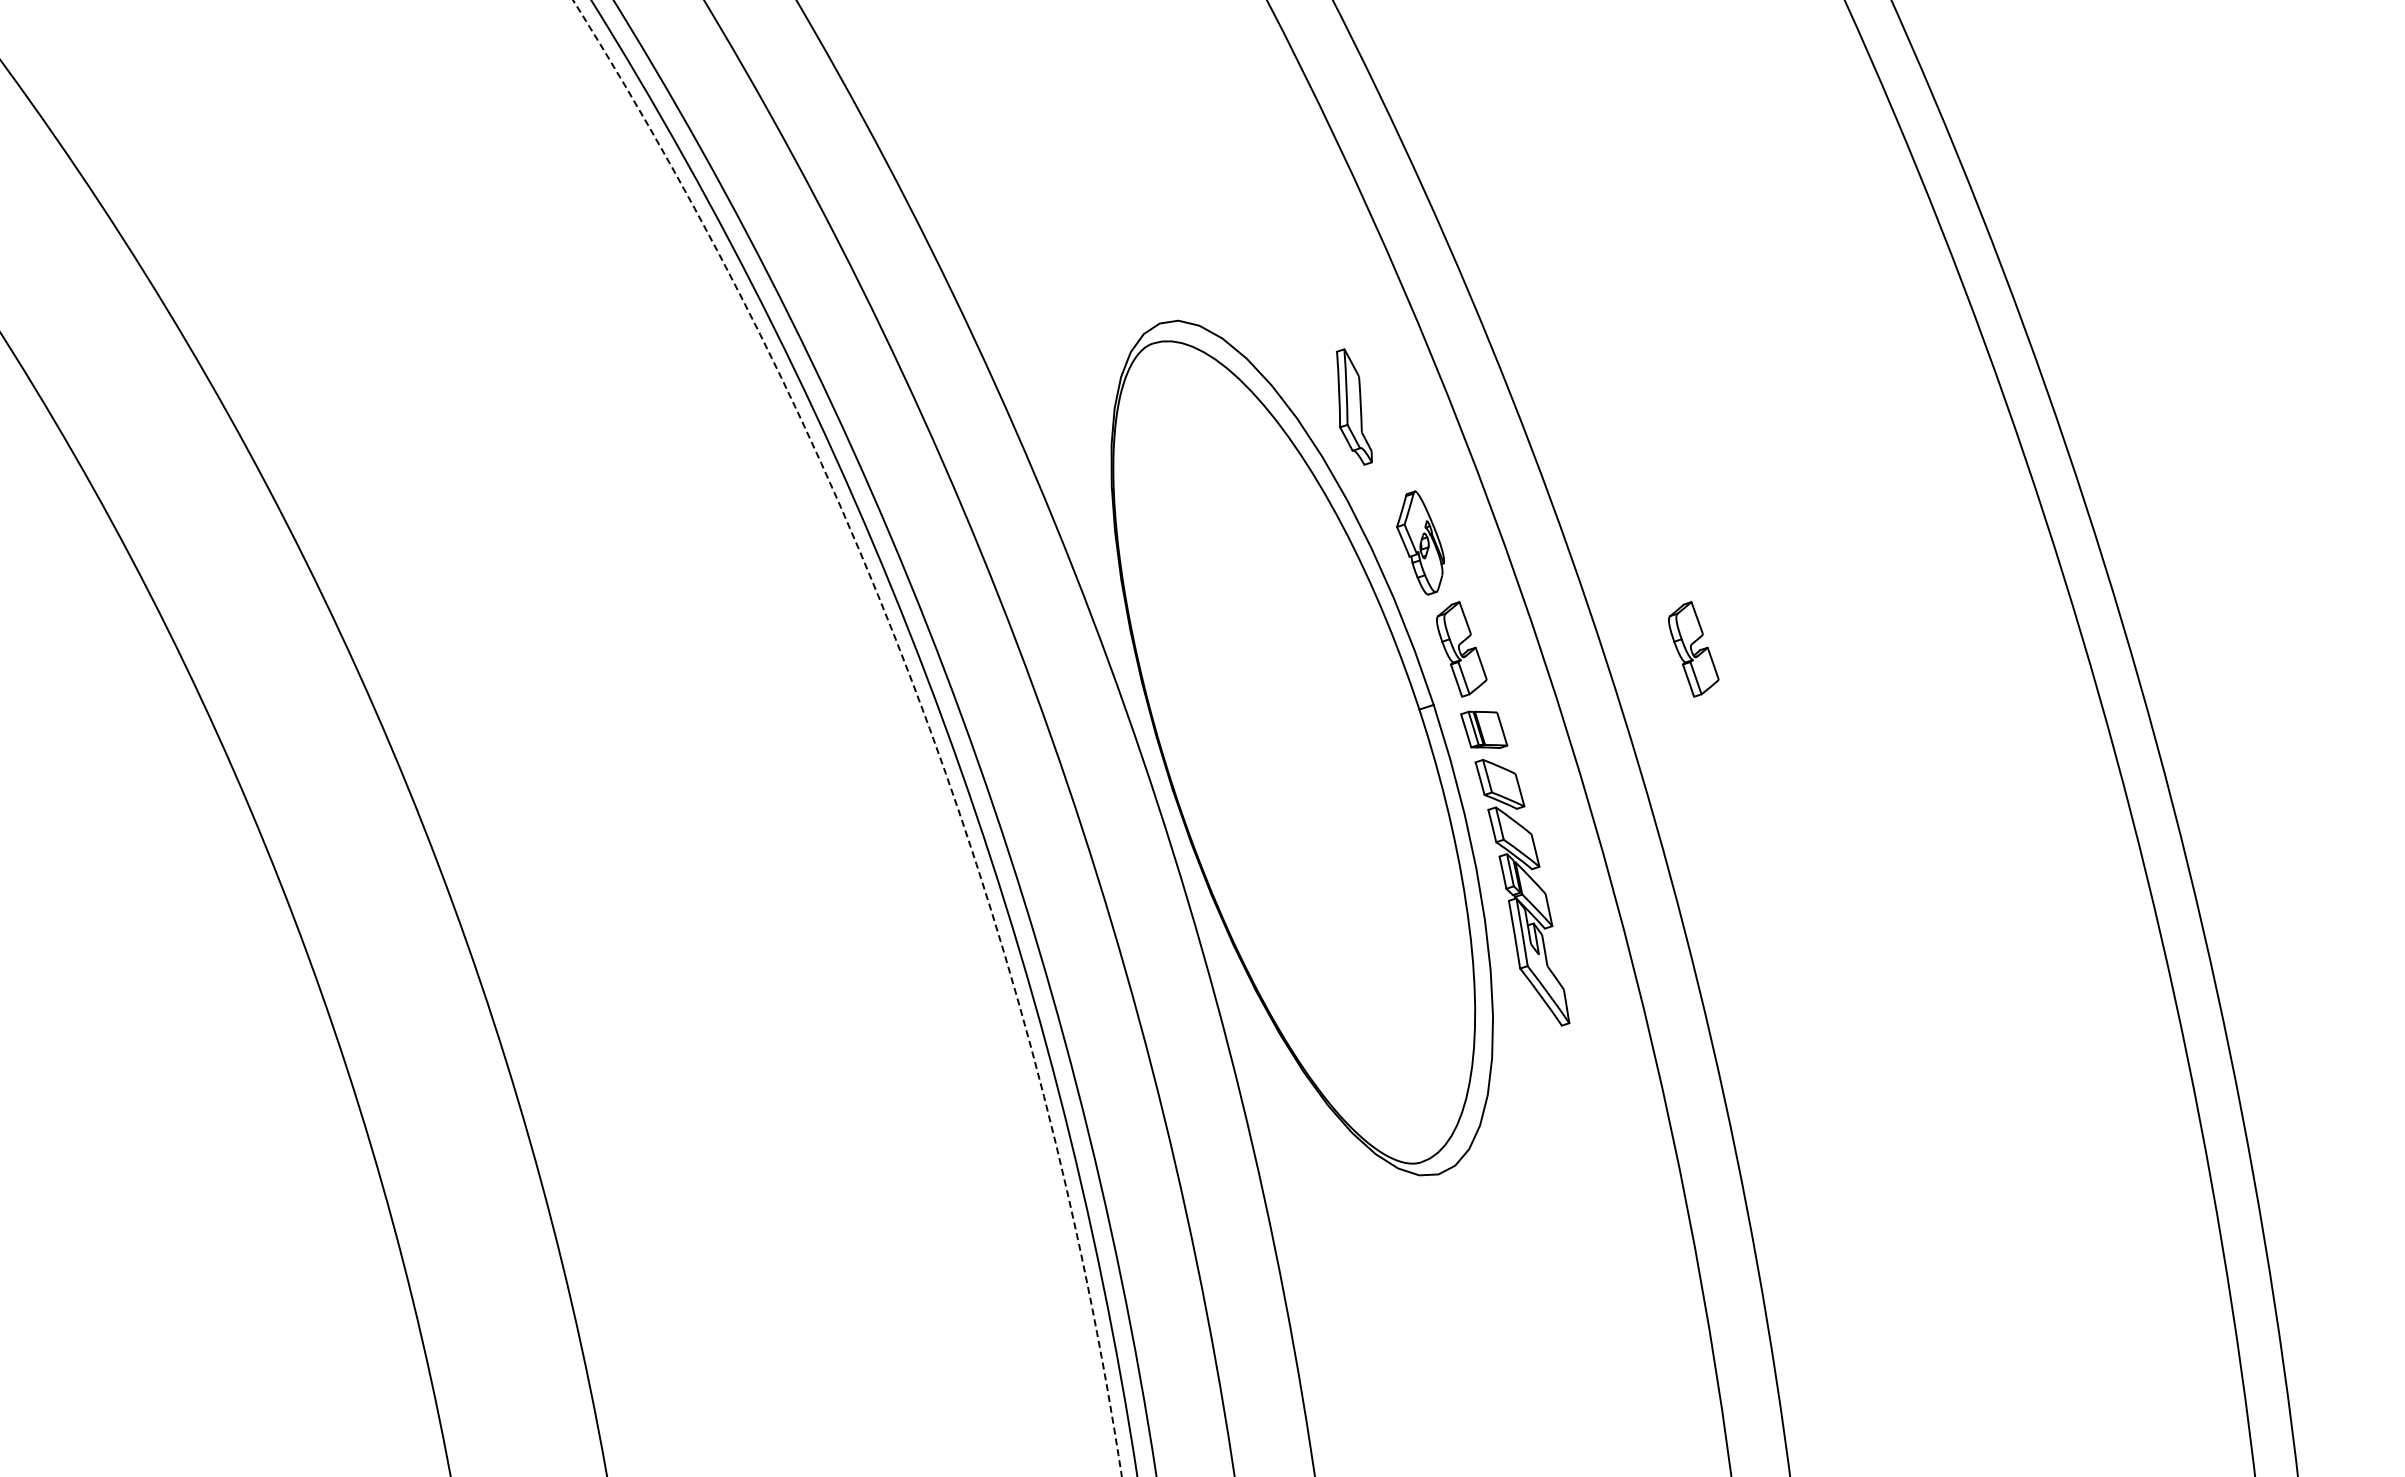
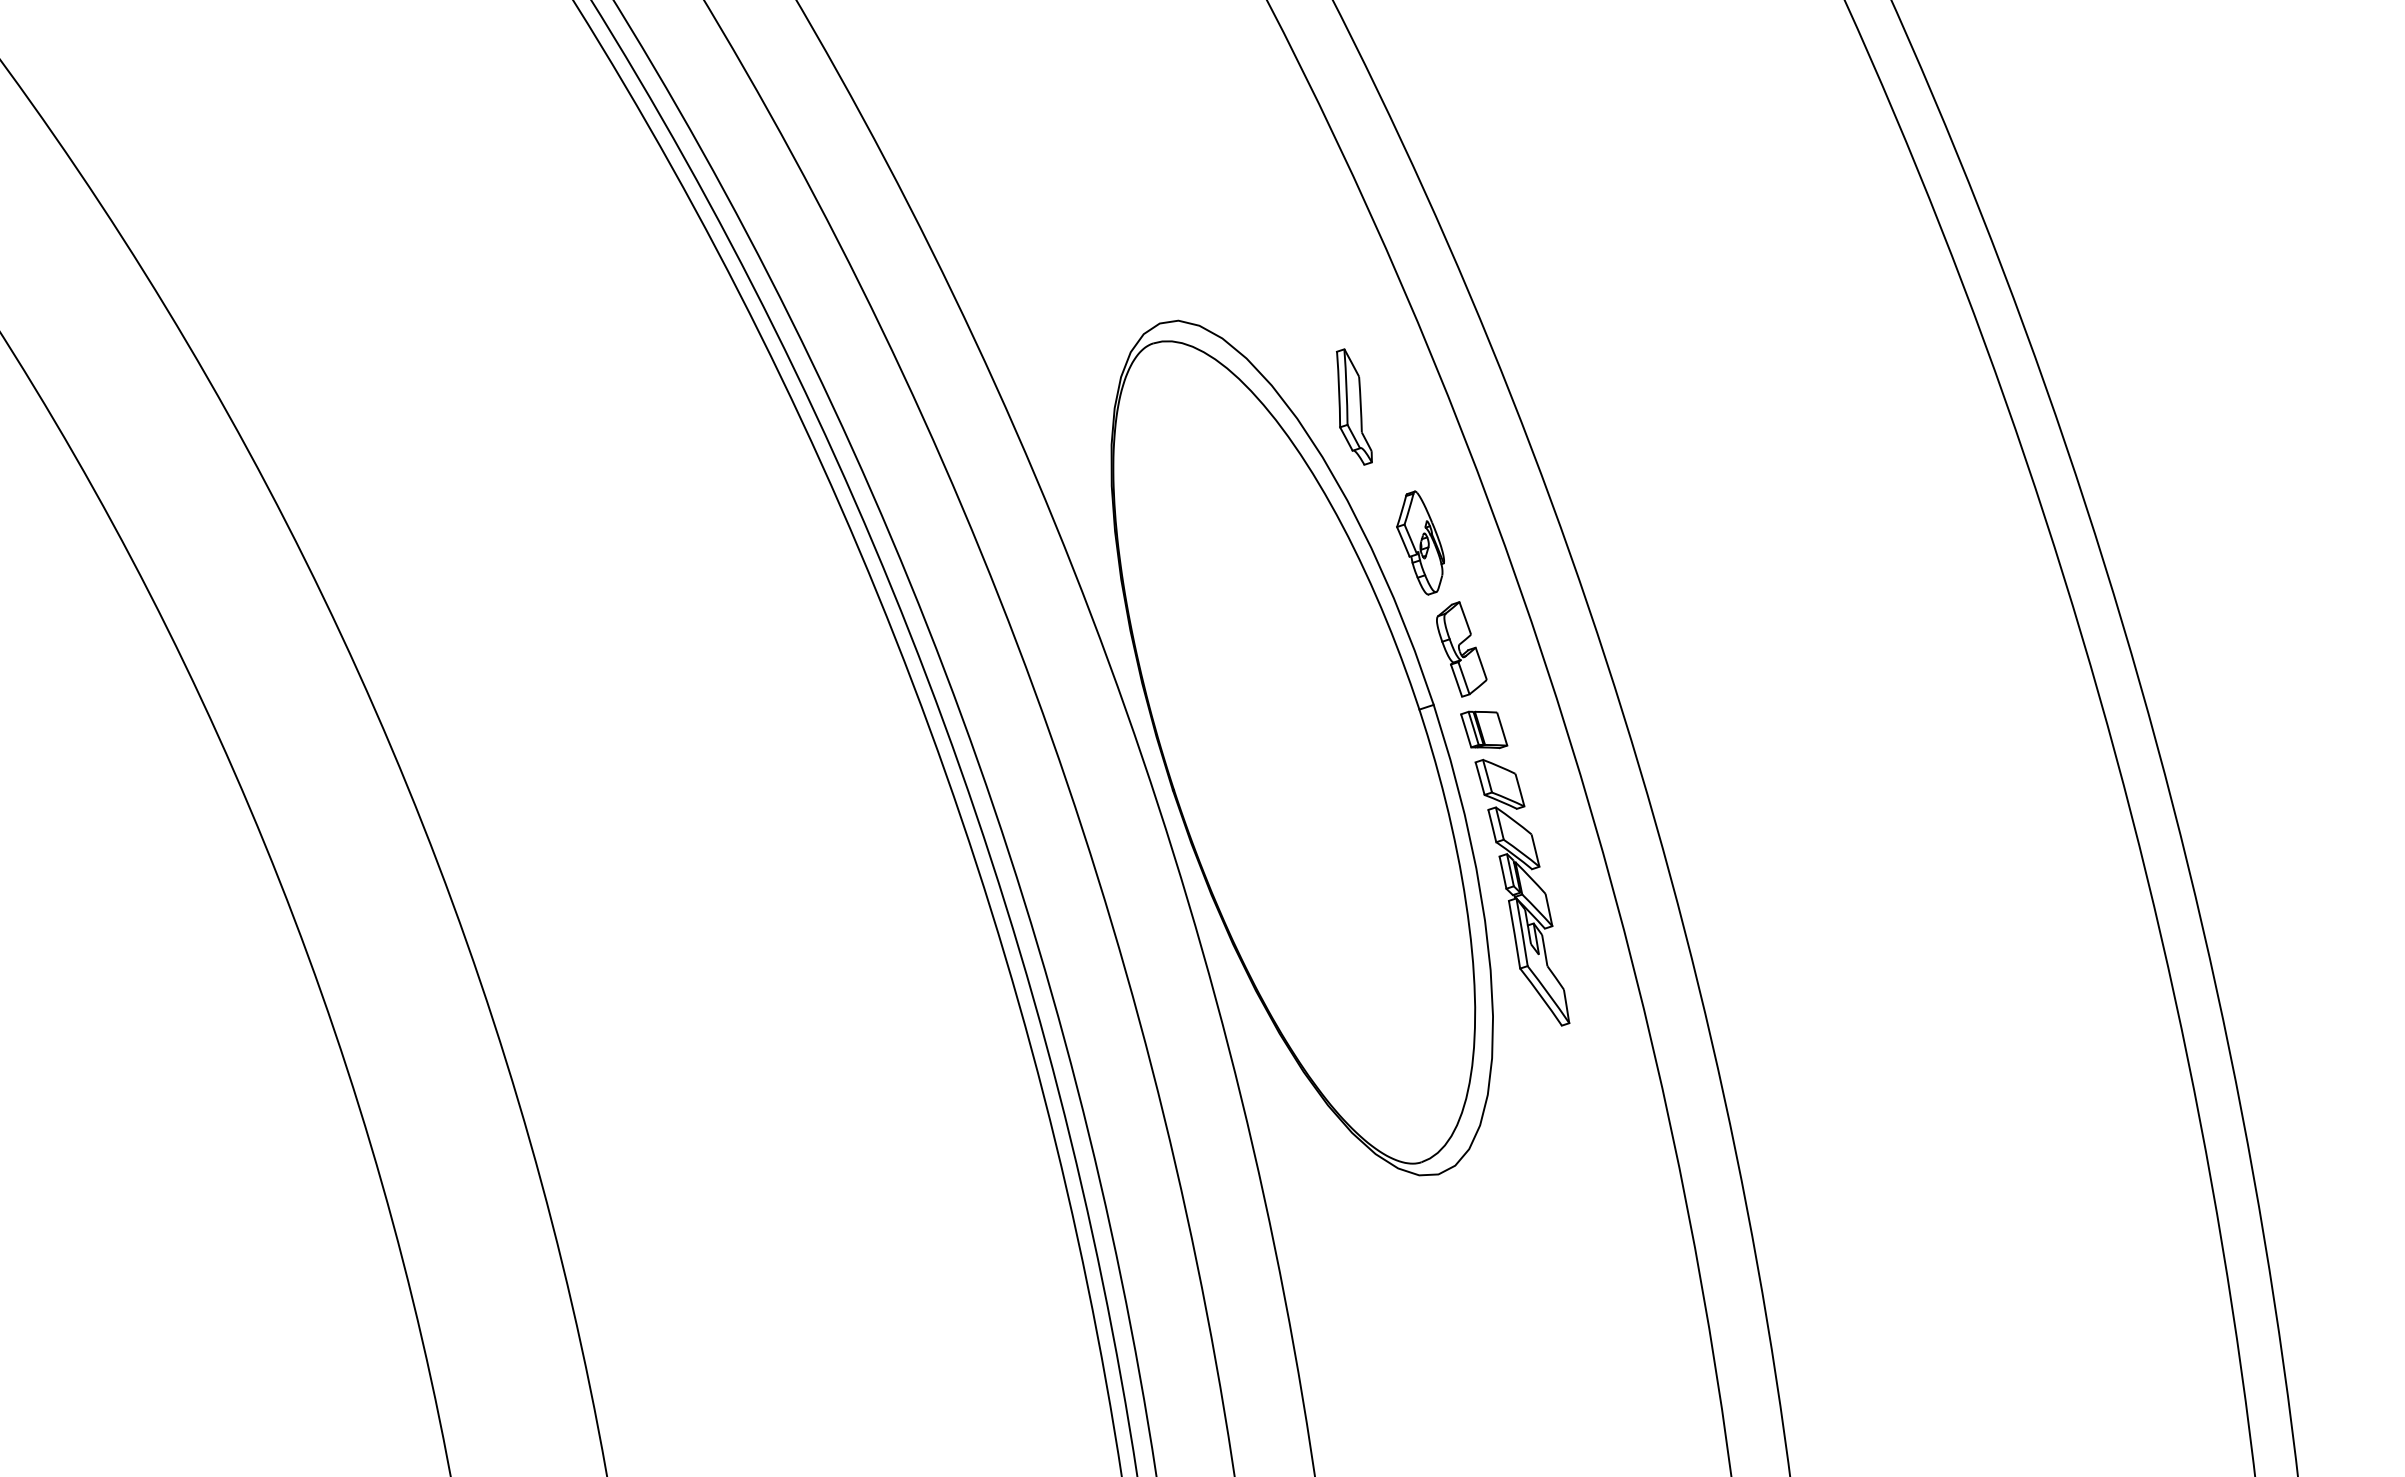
part at (1693, 649): present -> none
circle at (846, 738): dashed -> solid
